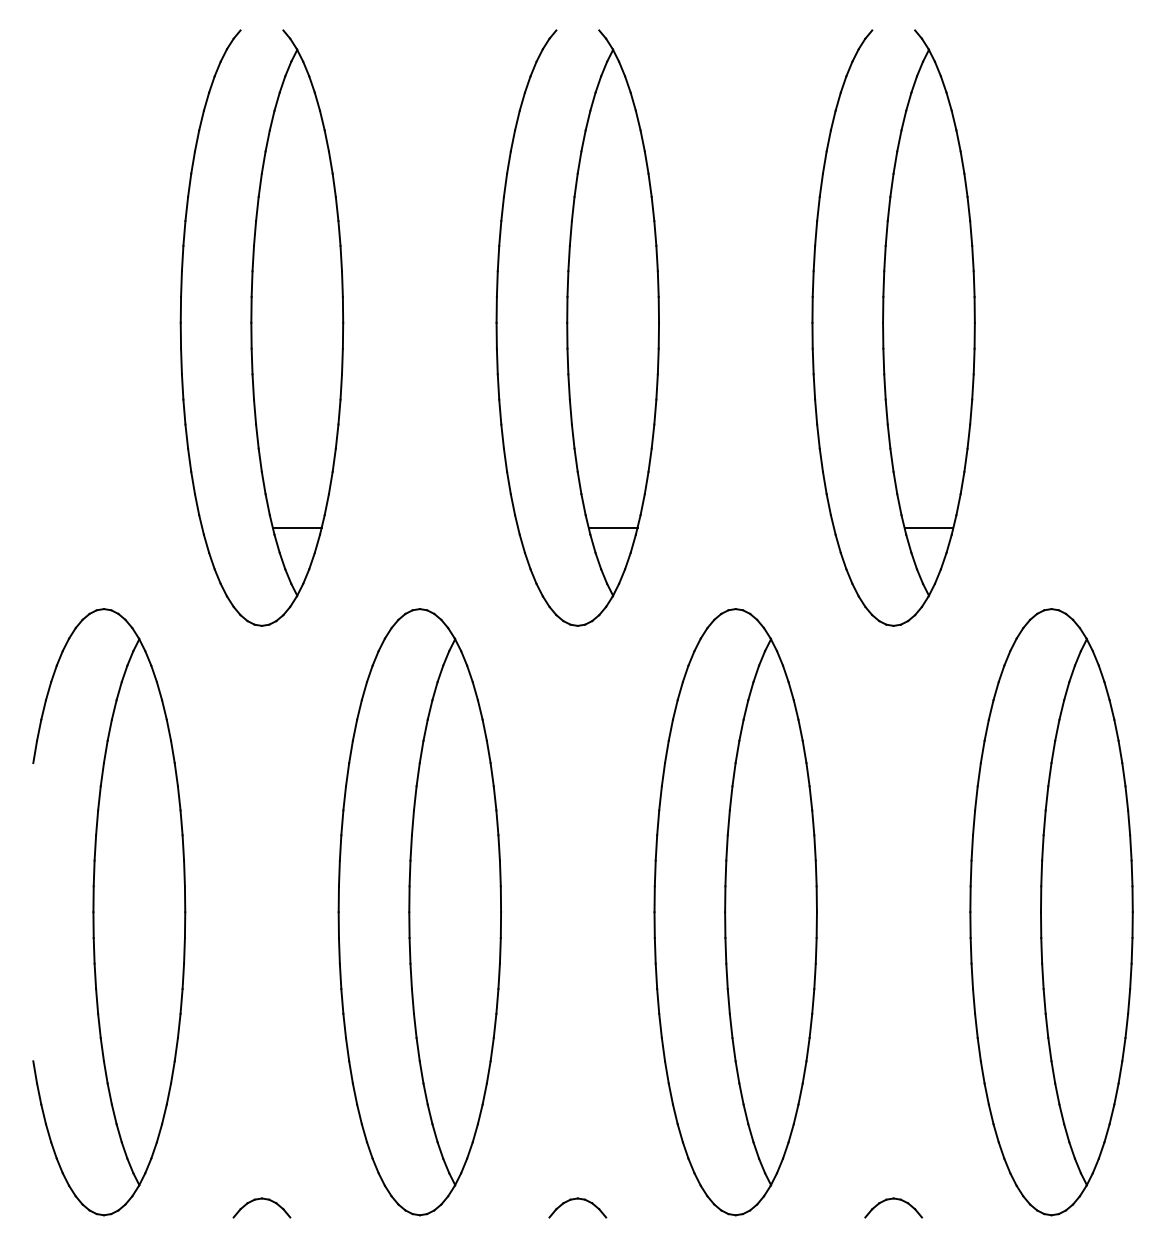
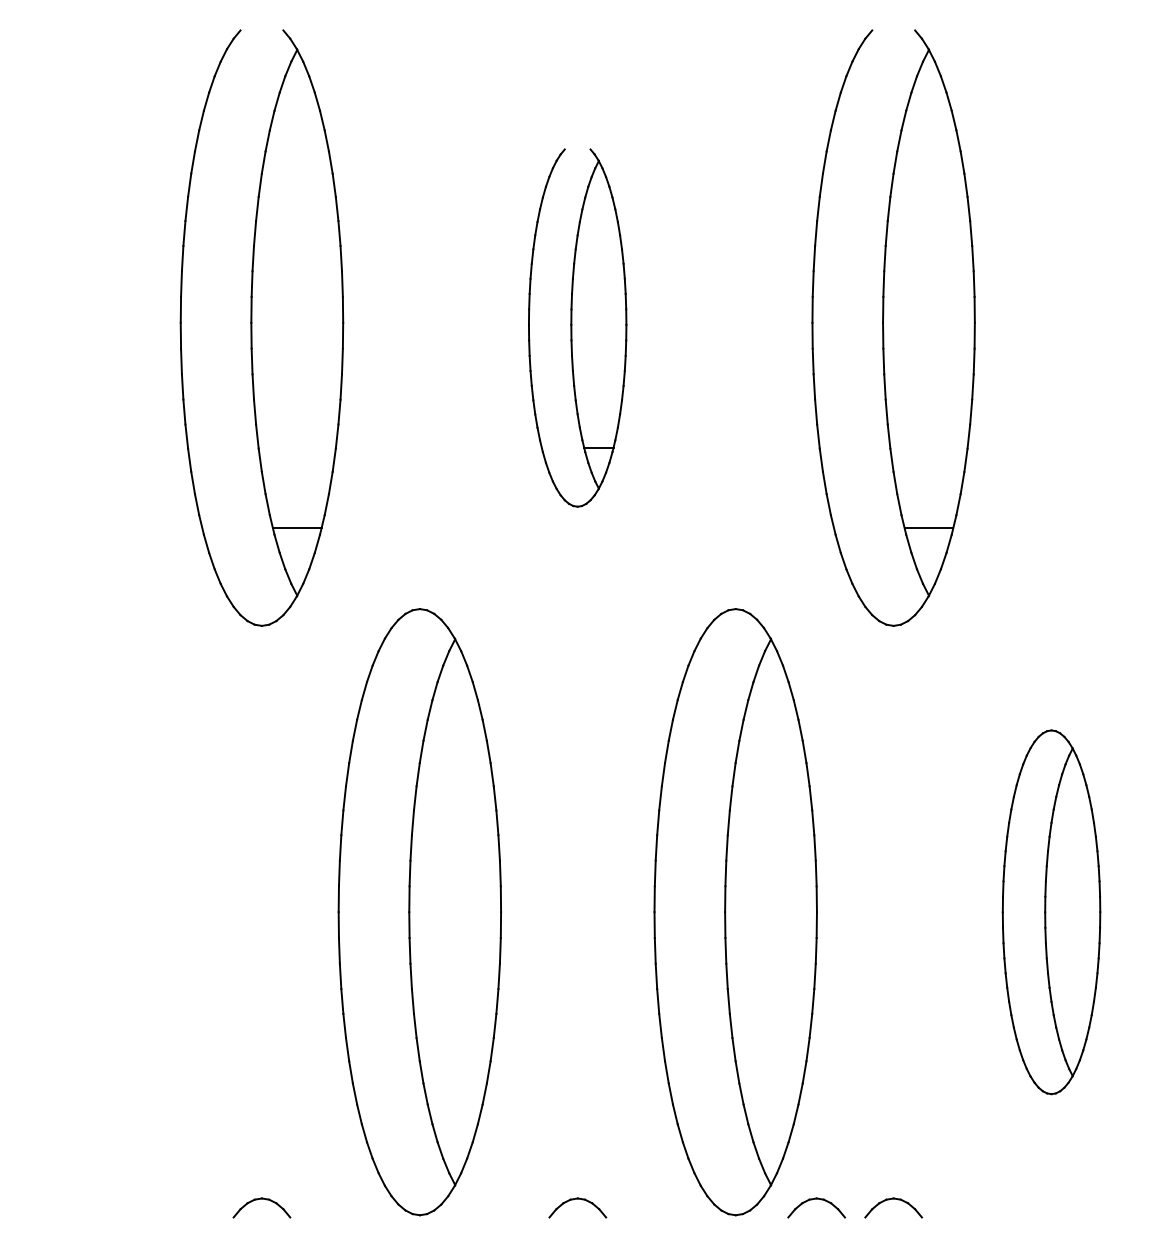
part at (577, 327) size: 165x598 px -> 100x360 px
part at (109, 912): present -> none
part at (1051, 912) size: 165x609 px -> 101x367 px
part at (816, 1199): none -> present
